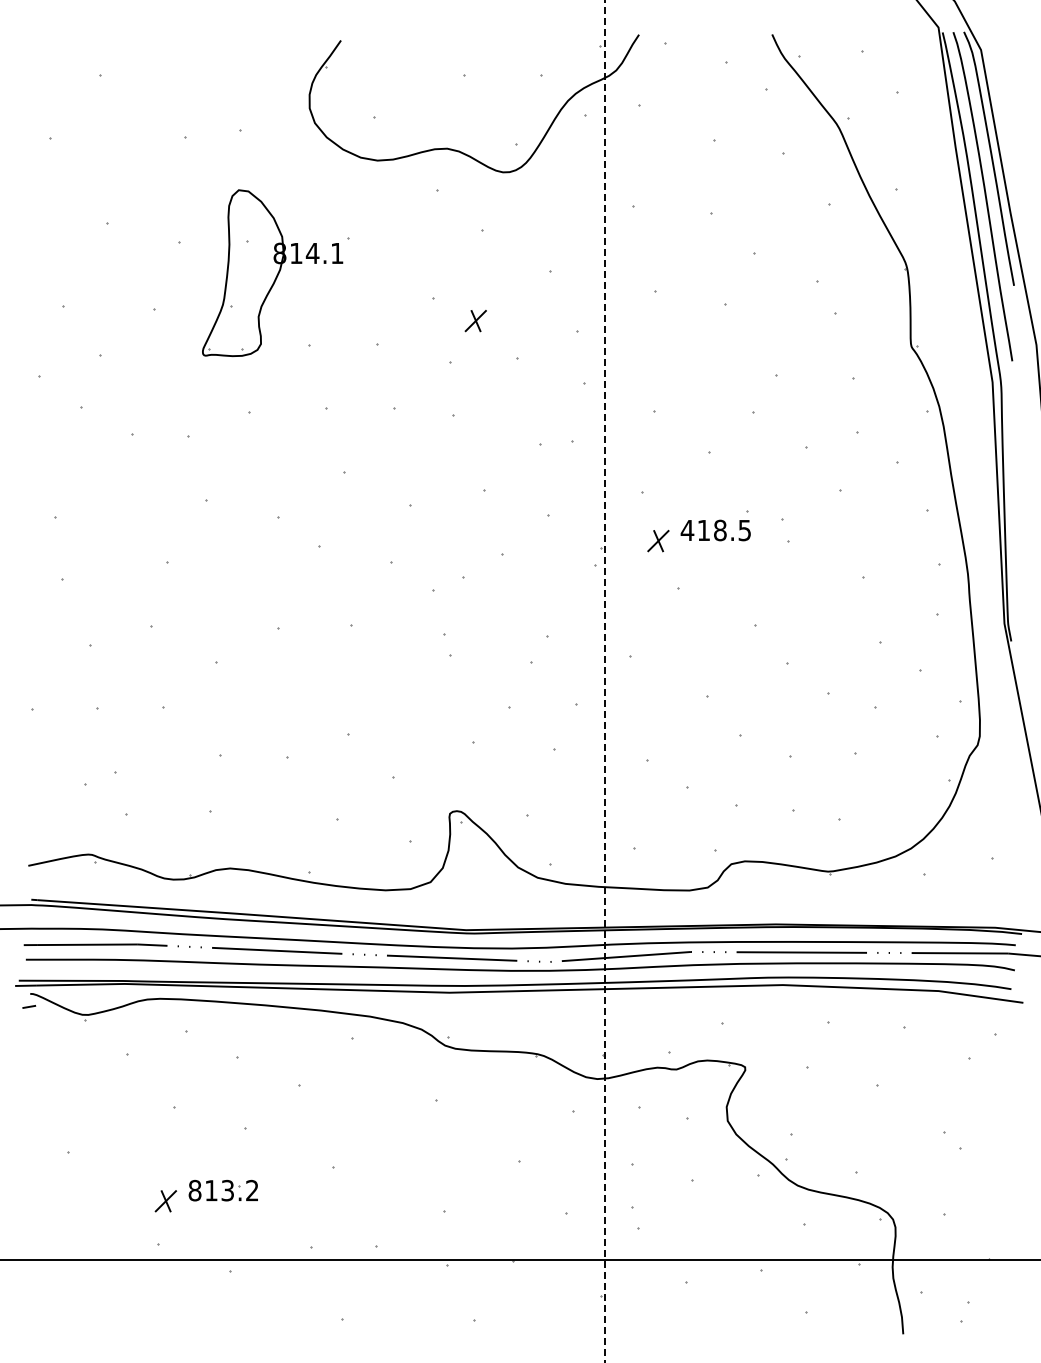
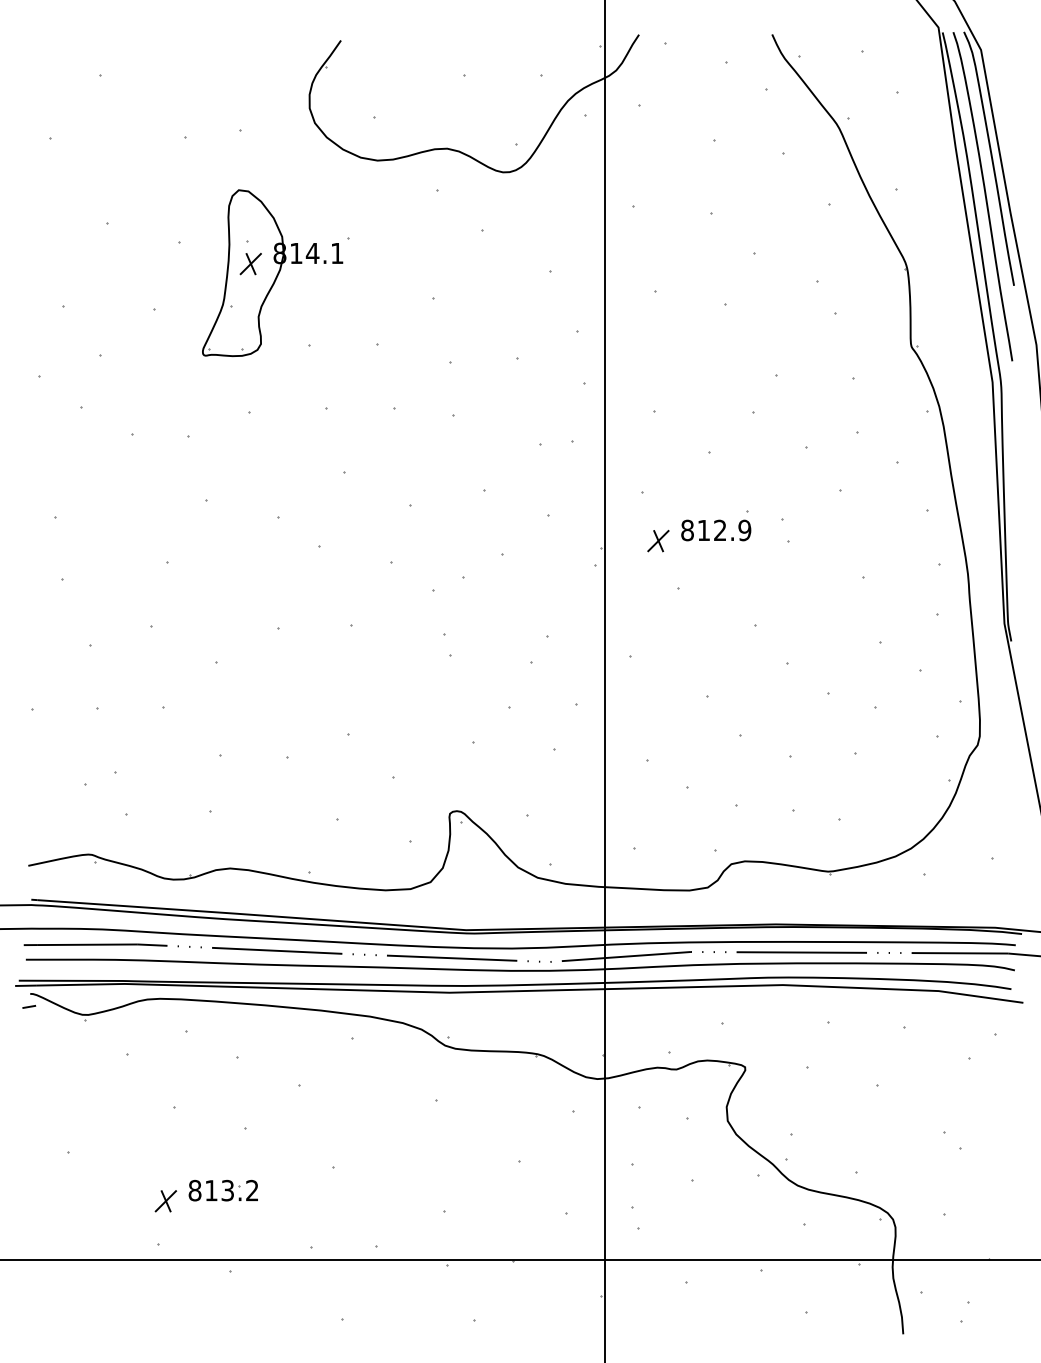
part at (475, 321) position: (475, 321) -> (250, 264)
text at (715, 530): 418.5 -> 812.9
line at (604, 681): dashed -> solid
